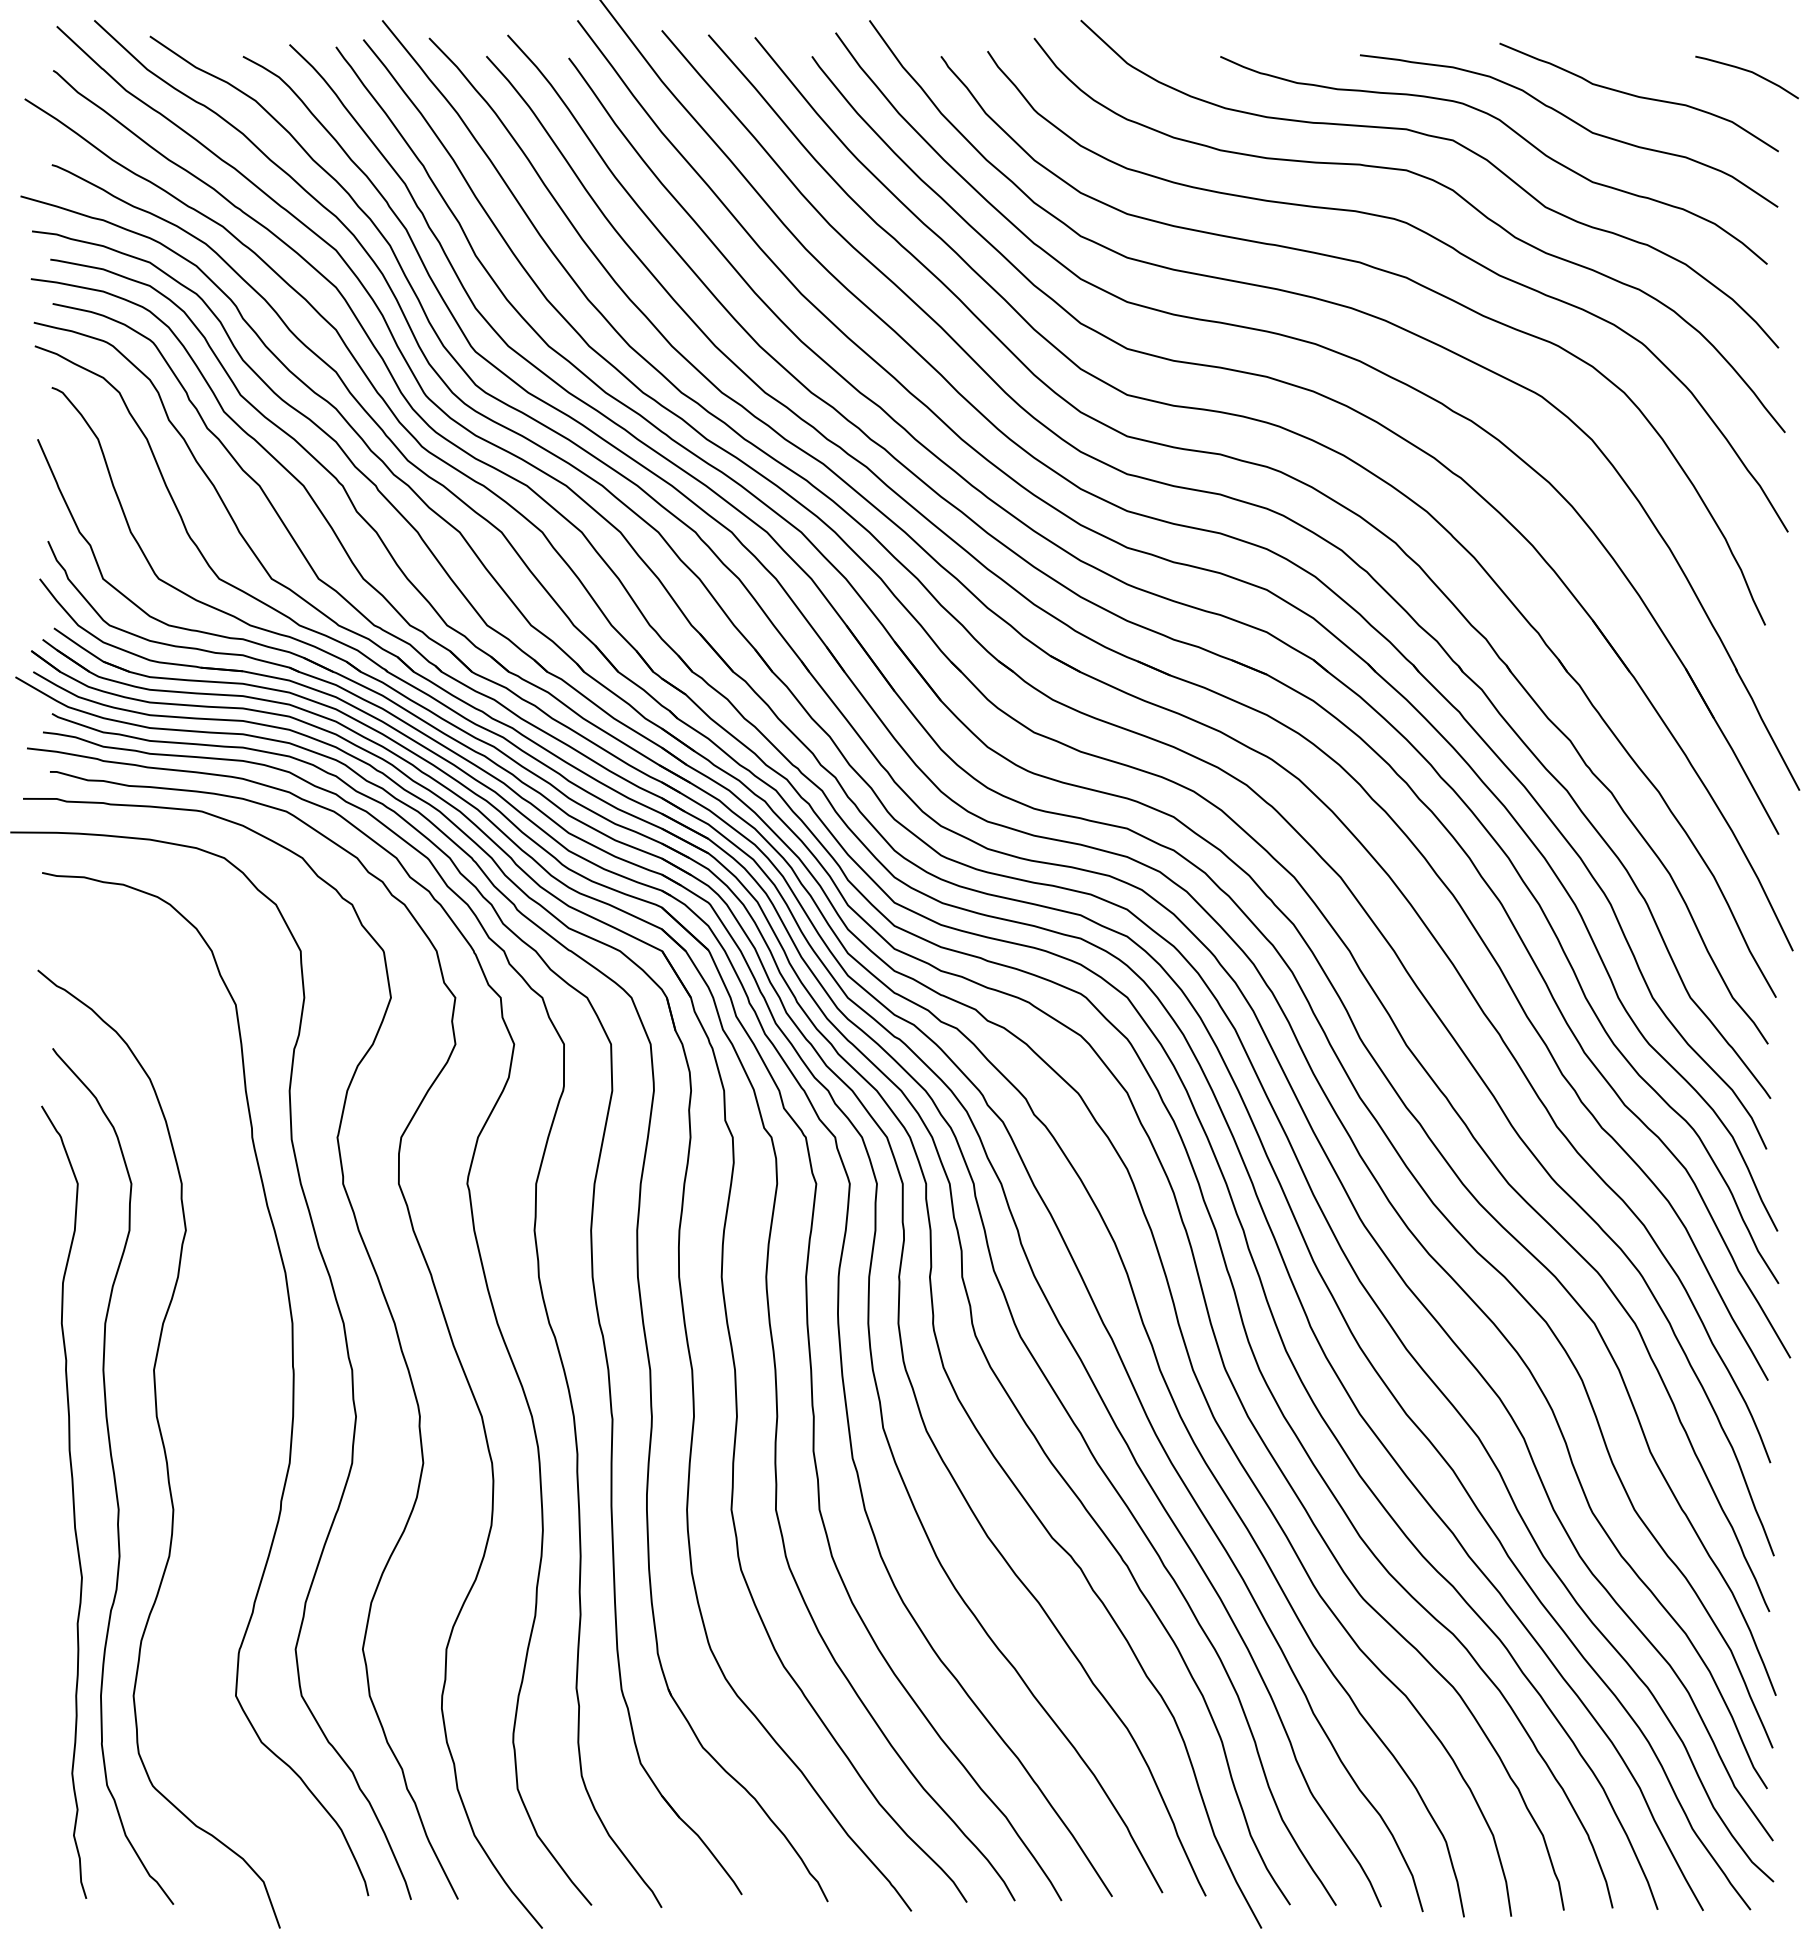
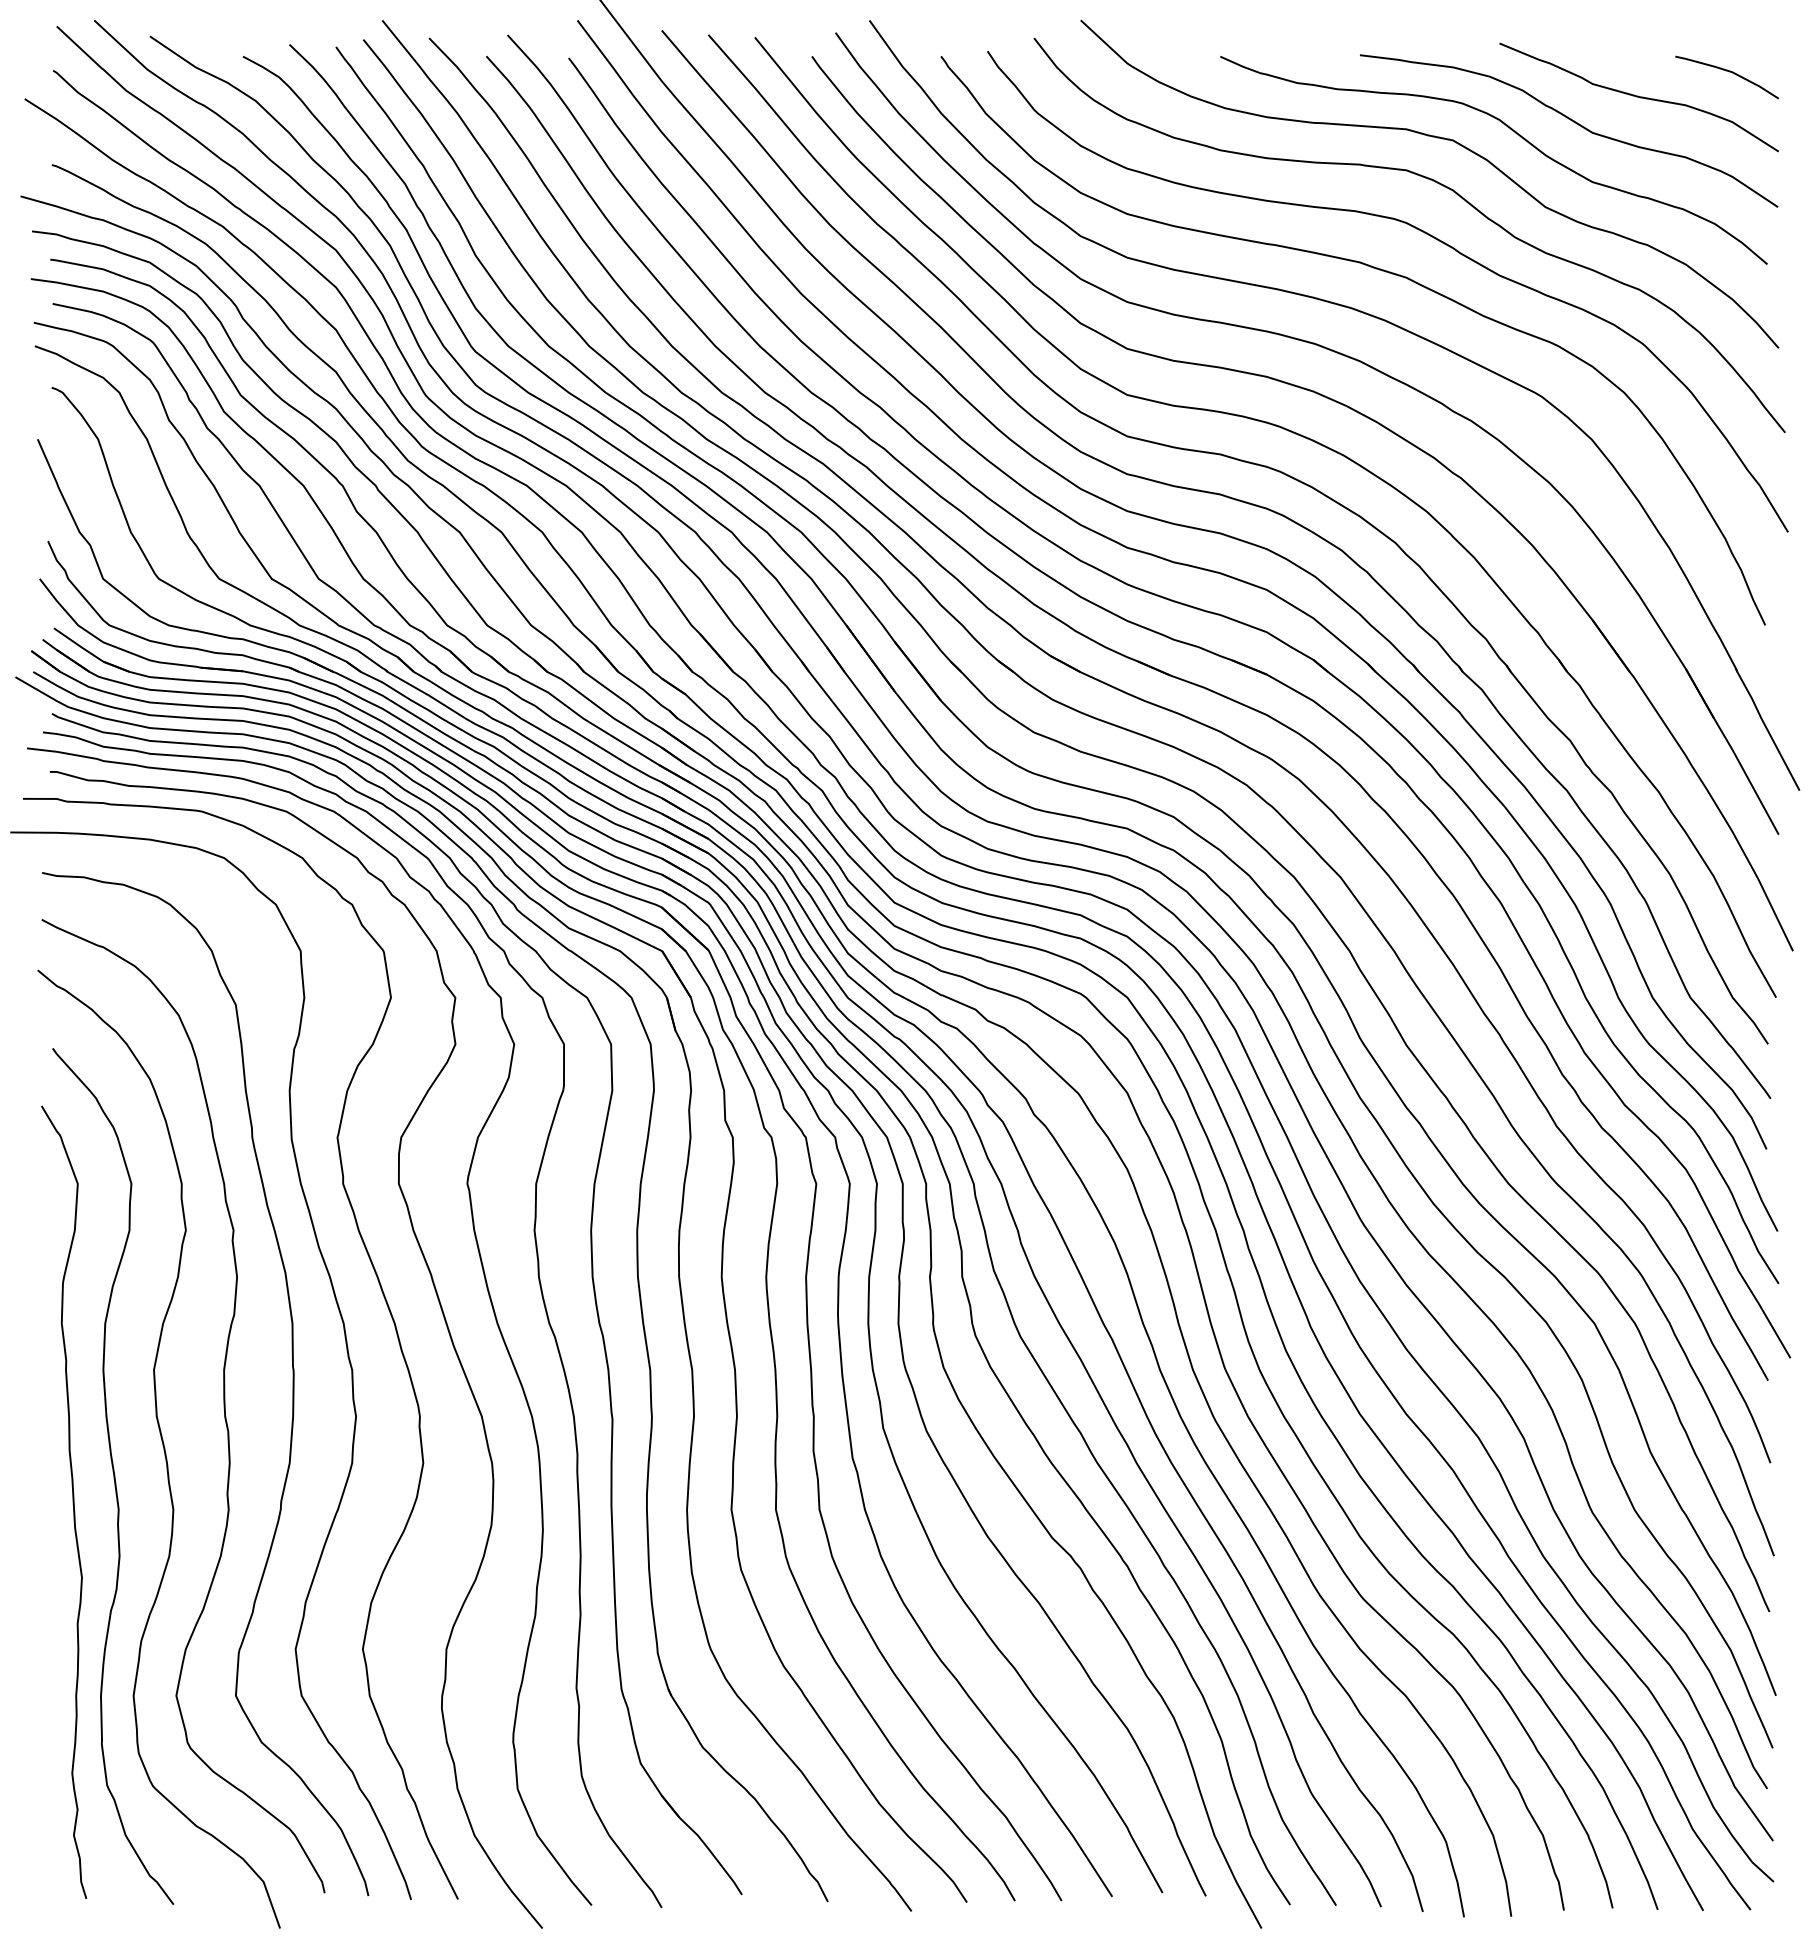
curve at (1749, 72) position: (1749, 72) -> (1729, 72)
curve at (223, 1406): none -> present
